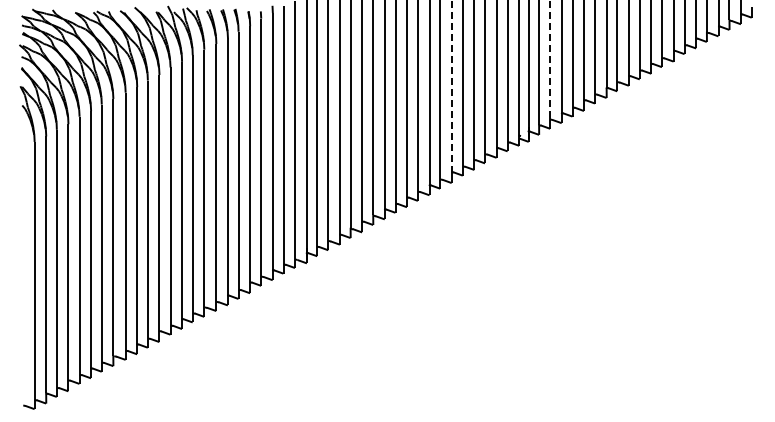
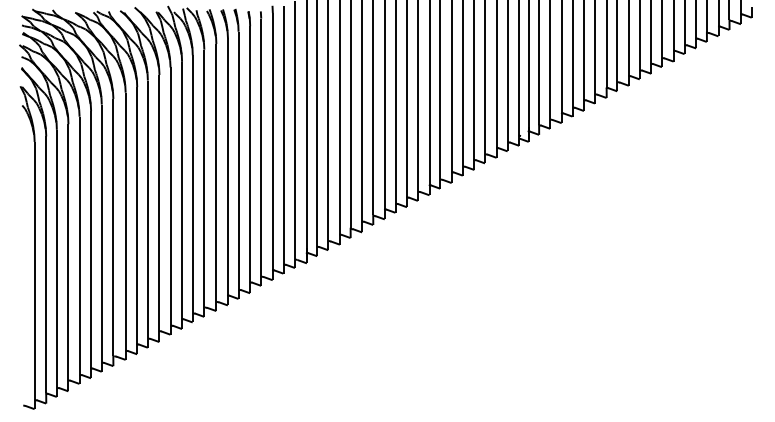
line at (550, 59): dashed -> solid
line at (451, 86): dashed -> solid
